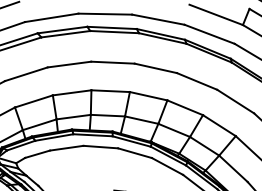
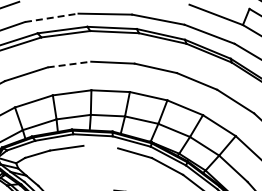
line at (52, 17): solid -> dashed
line at (69, 64): solid -> dashed
line at (100, 146): present -> none
